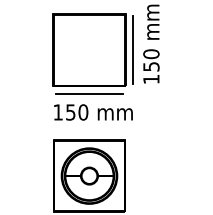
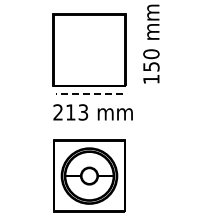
line at (133, 49): present -> none
line at (89, 93): solid -> dashed
text at (70, 112): 150 -> 213
